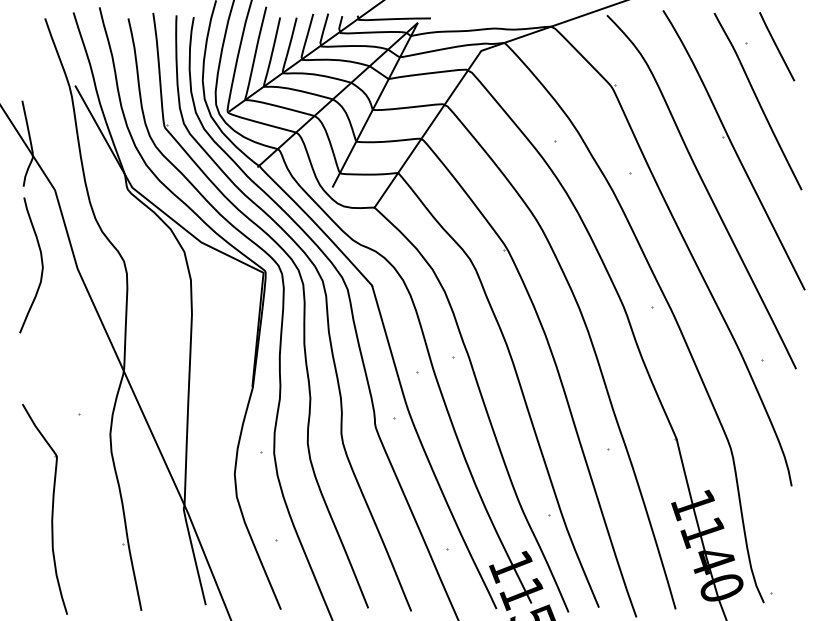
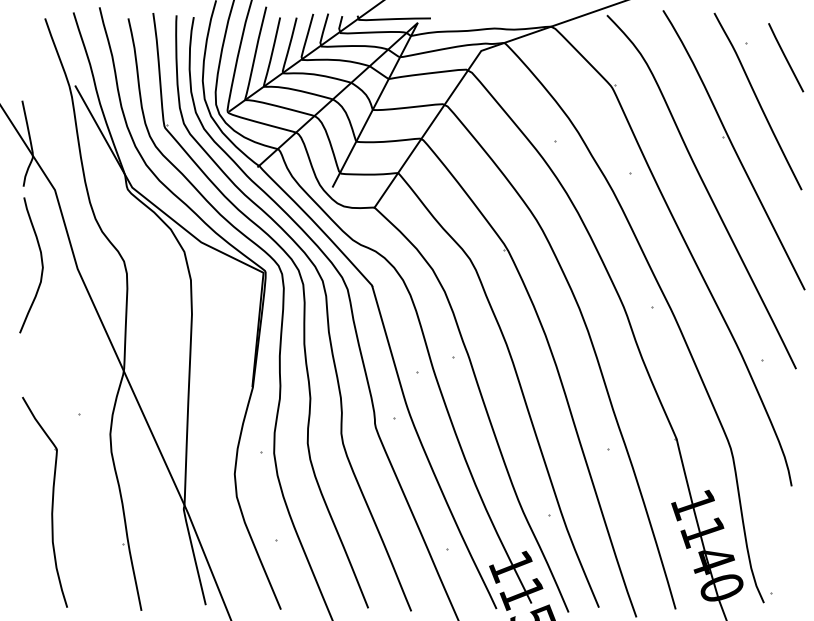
line at (777, 46) position: (777, 46) -> (786, 57)
part at (51, 509) position: (51, 509) -> (51, 502)
